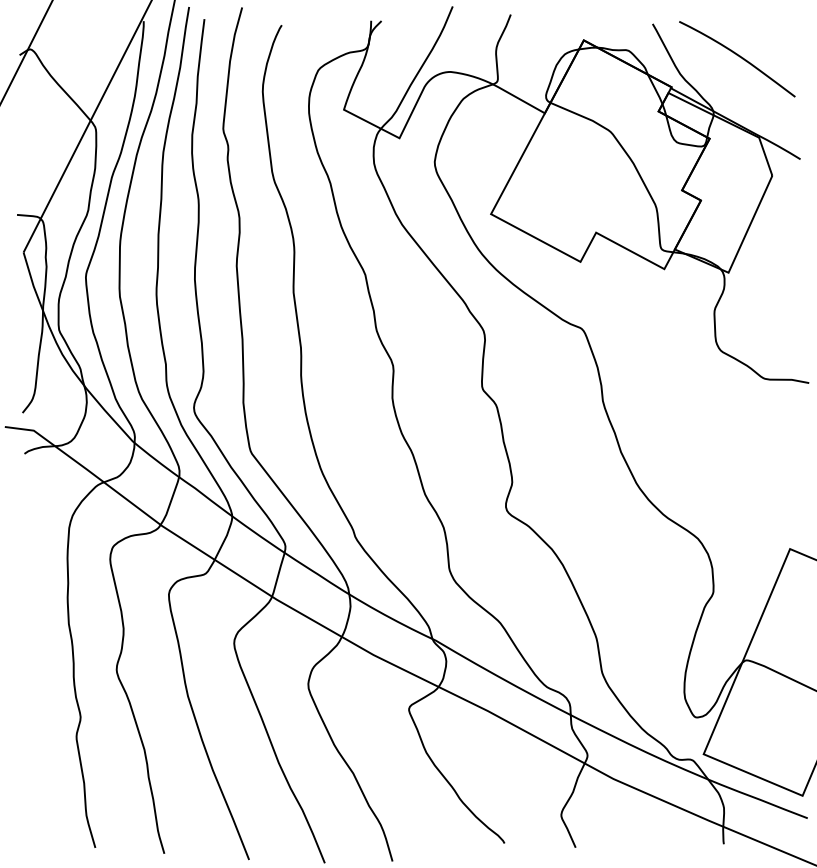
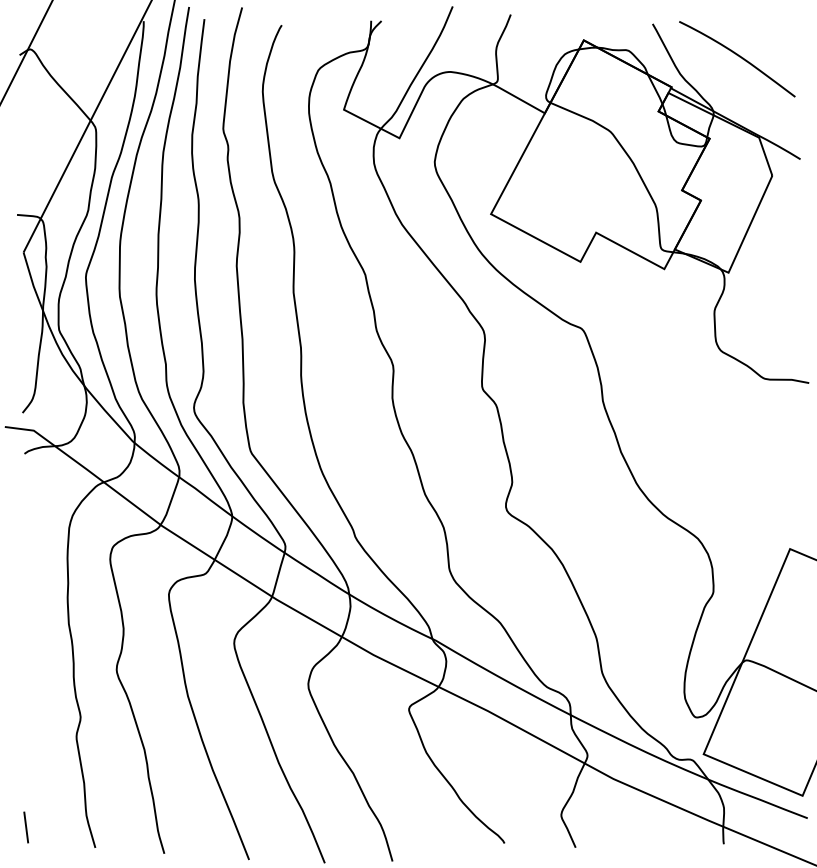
line at (25, 827): none -> present
